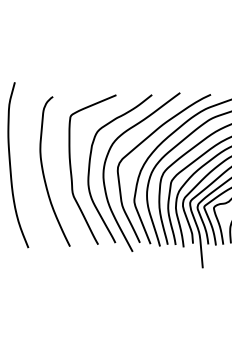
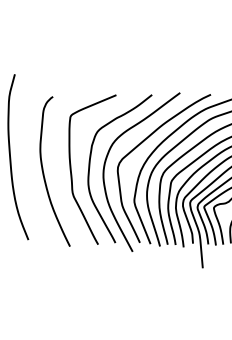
curve at (11, 165) position: (11, 165) -> (11, 157)
